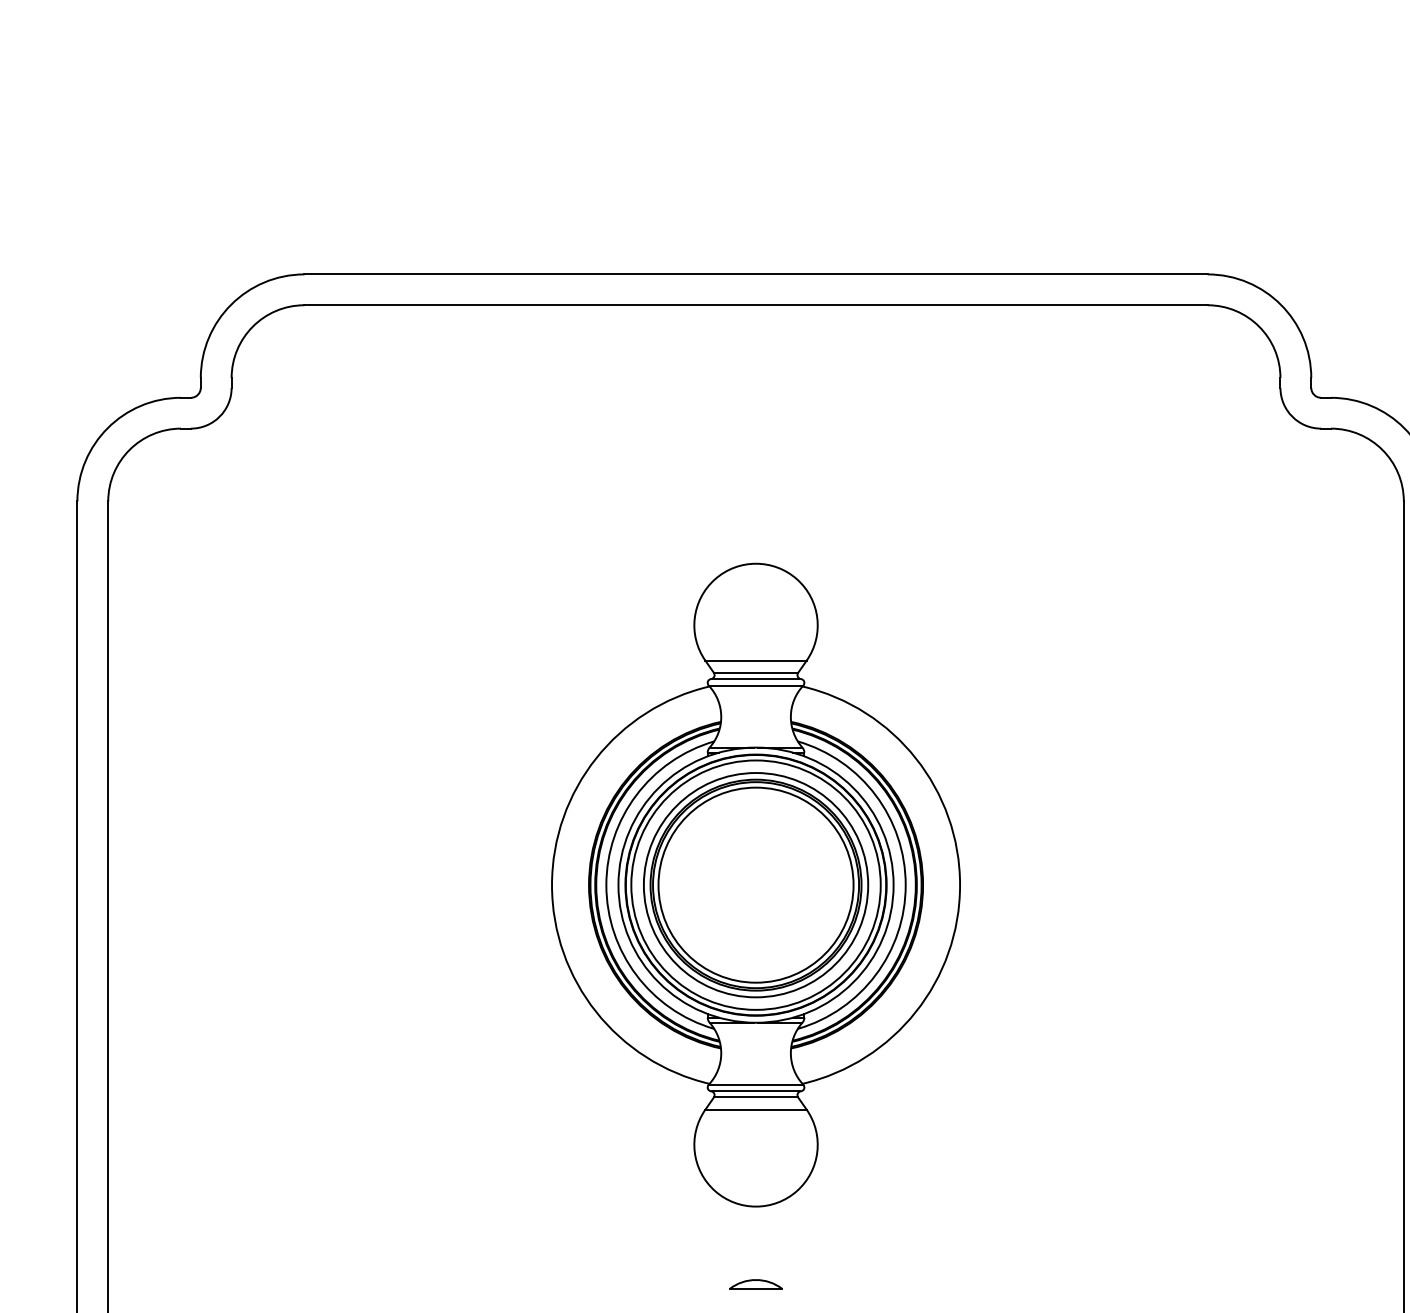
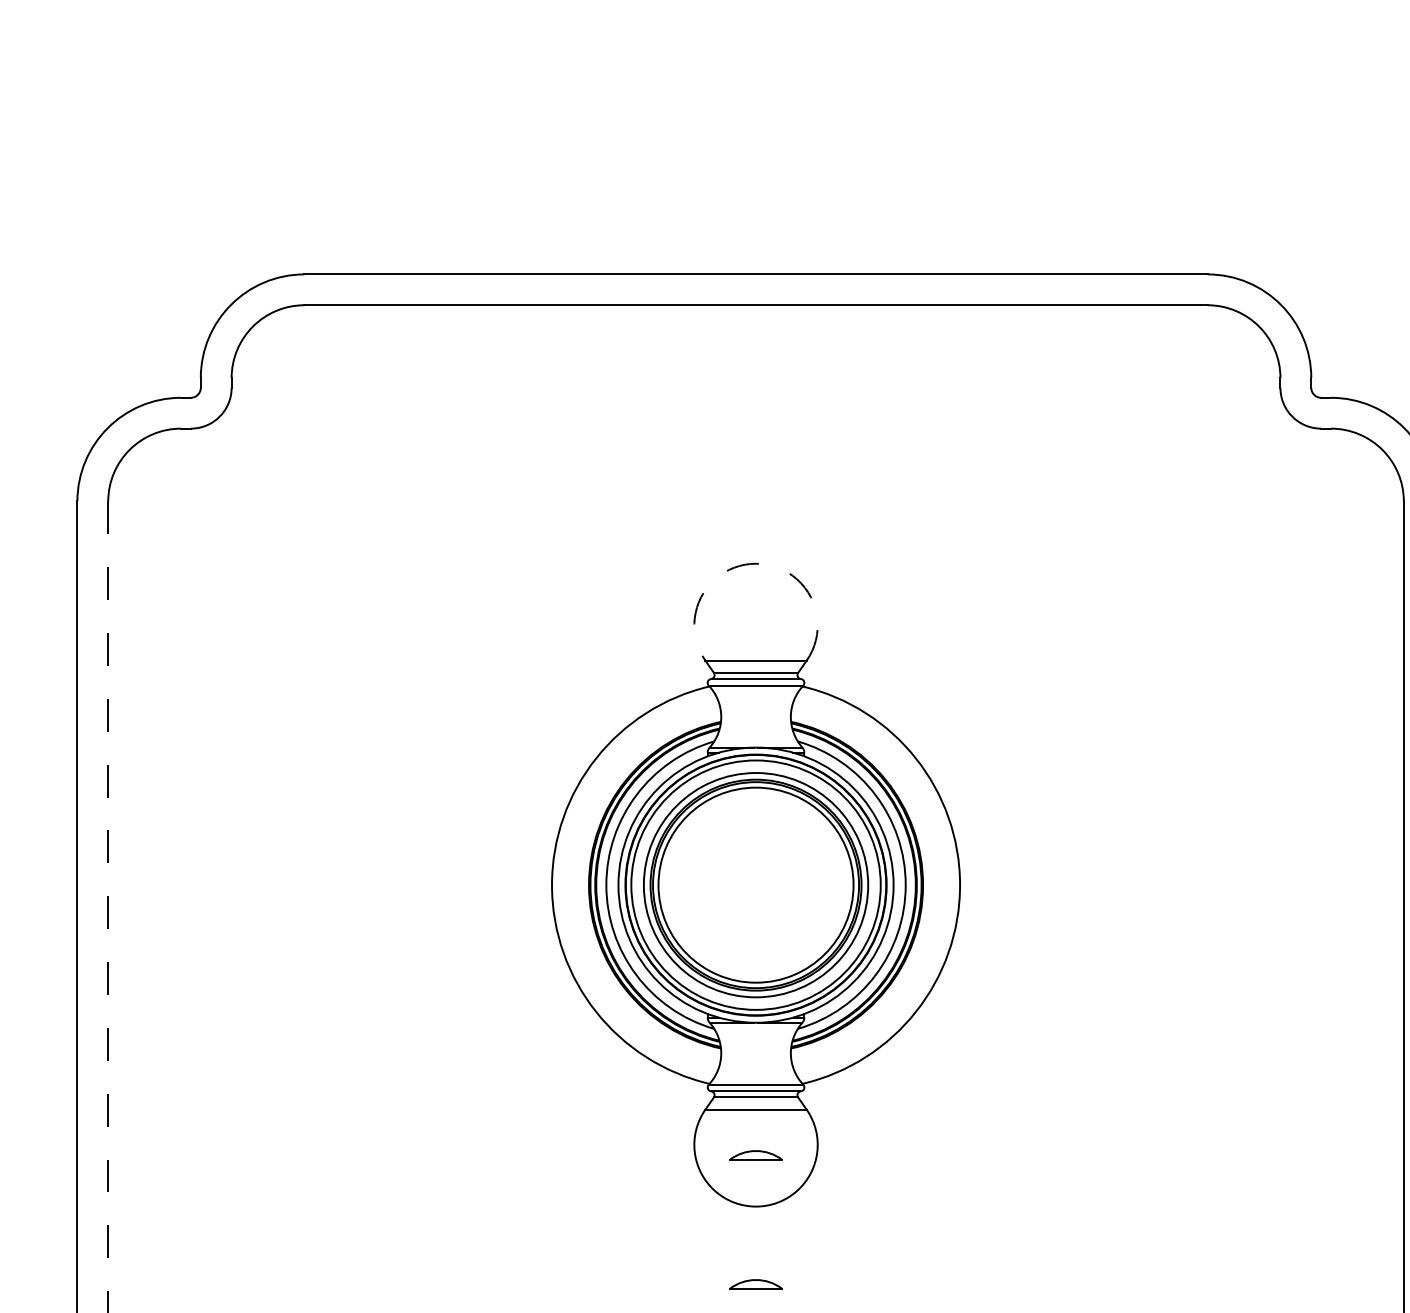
arc at (756, 563): solid -> dashed
line at (108, 907): solid -> dashed
part at (755, 1155): none -> present
